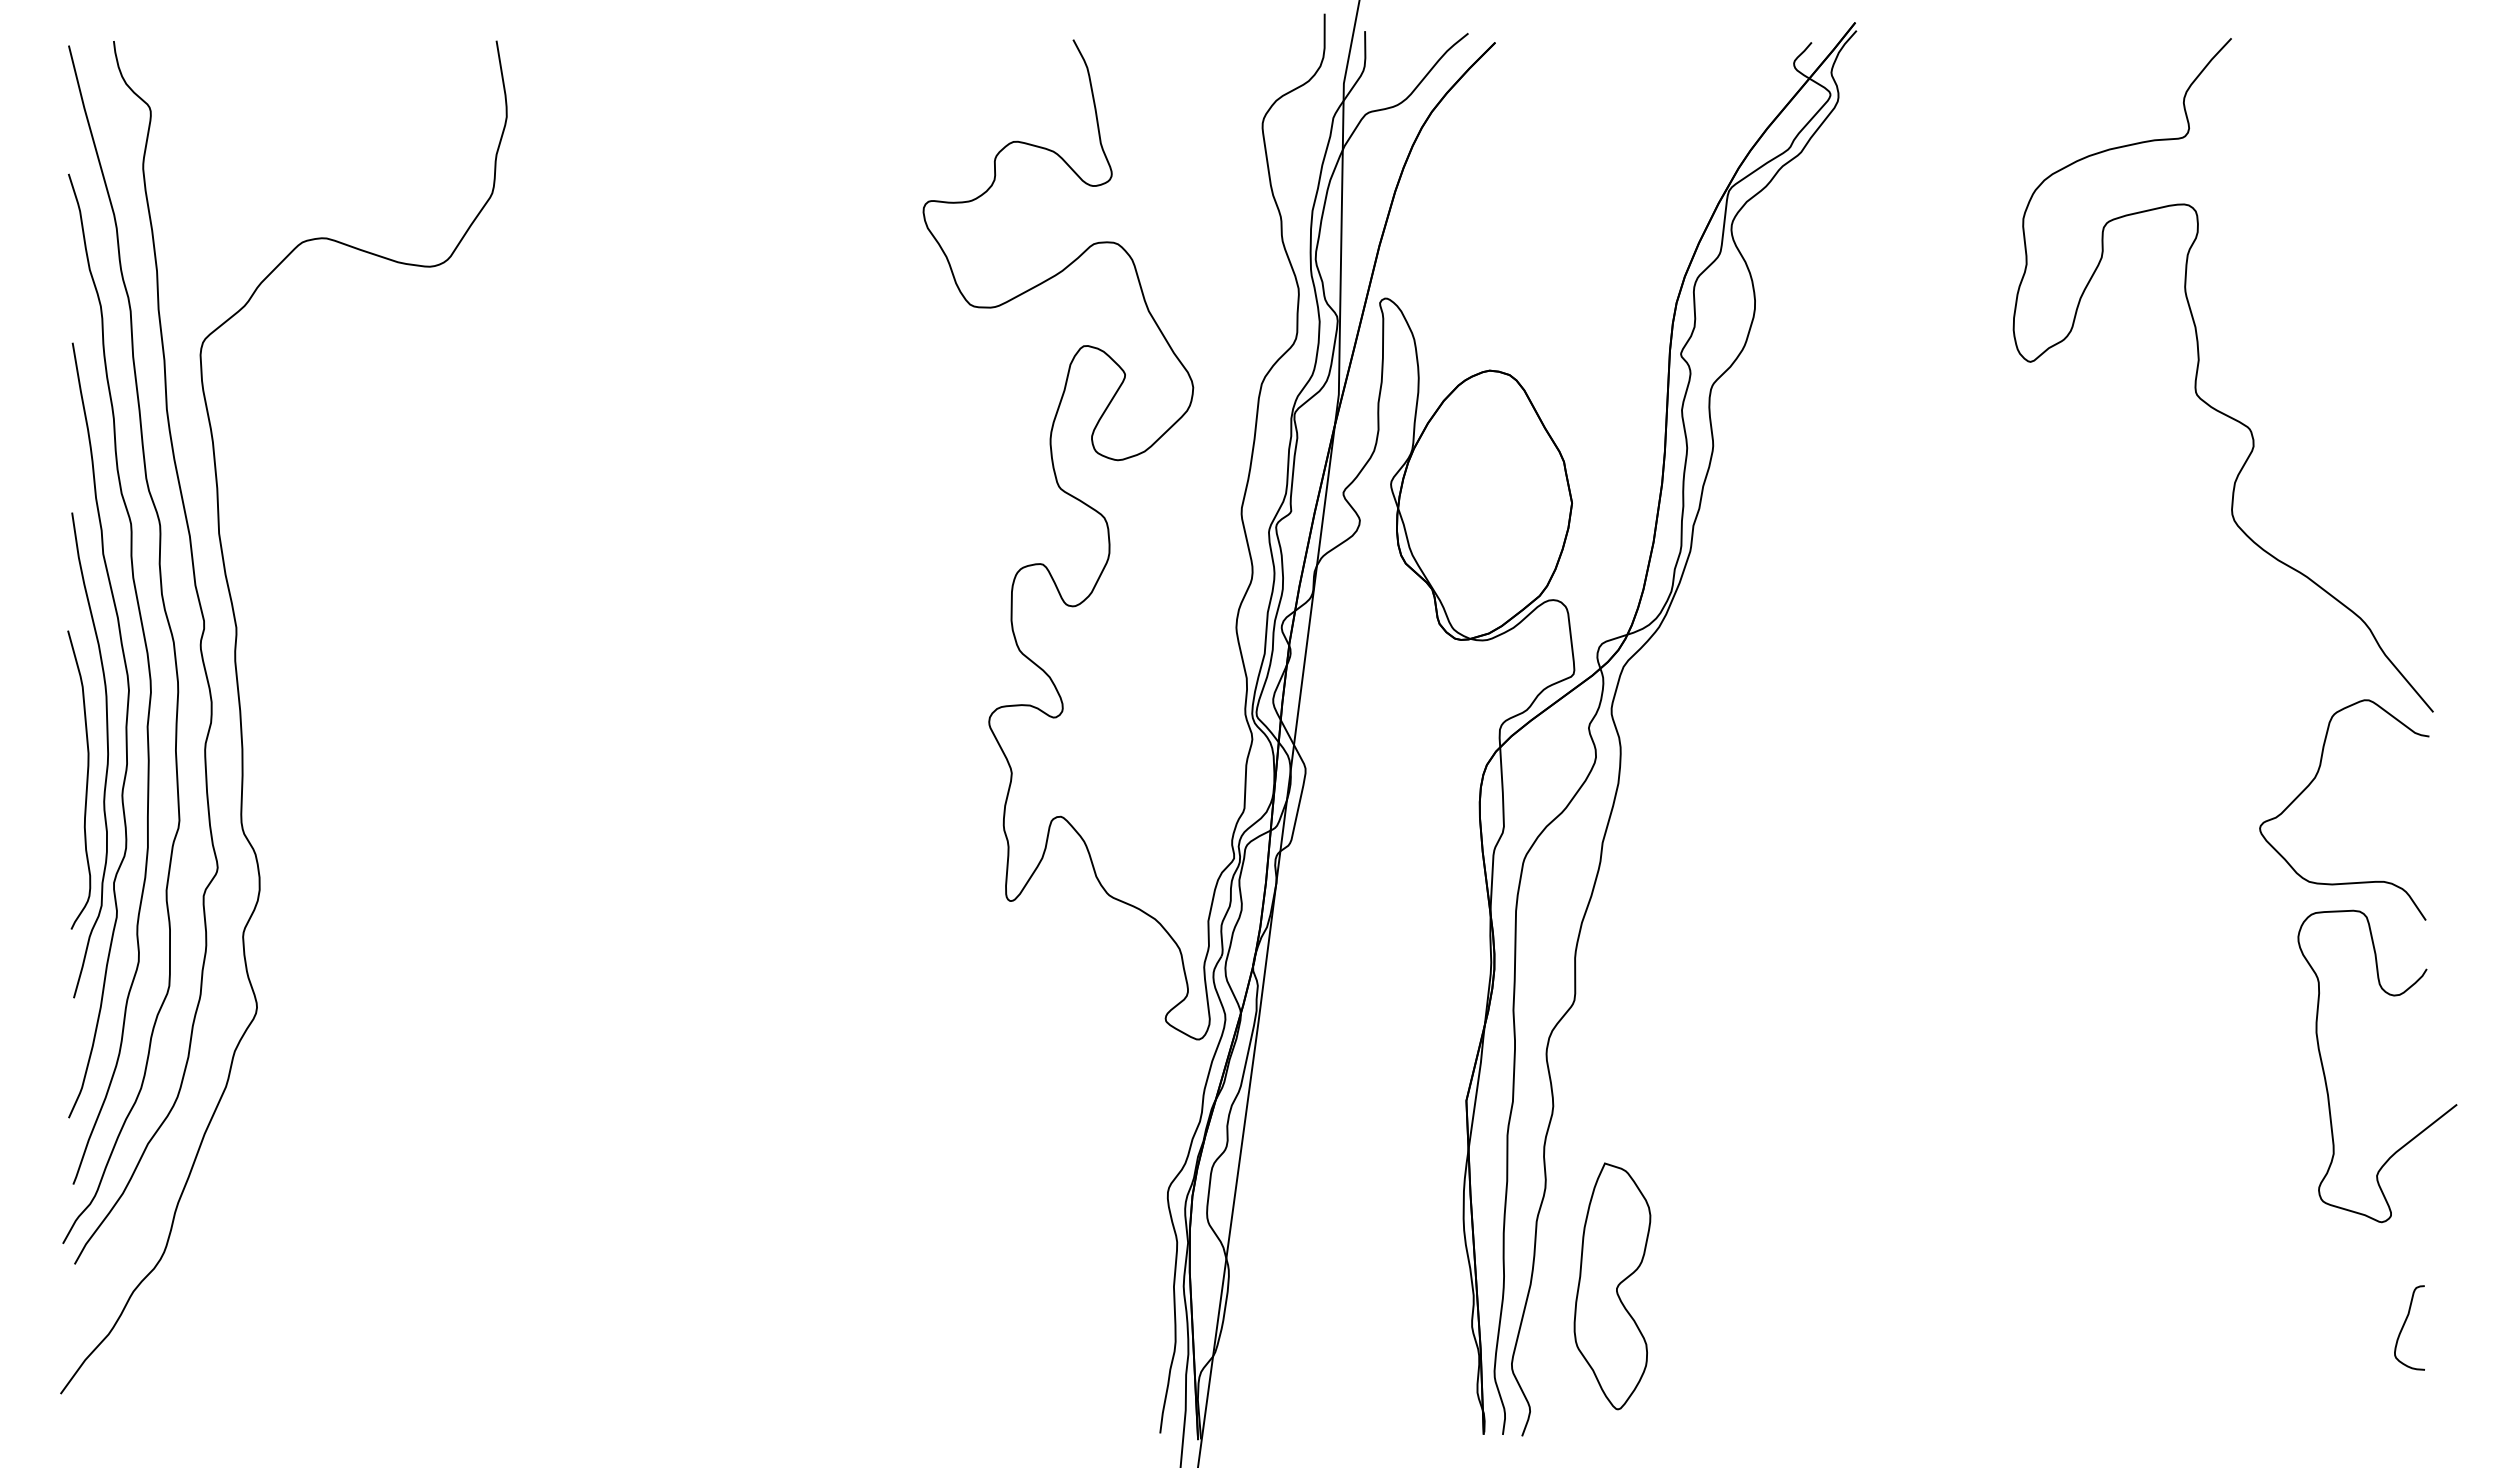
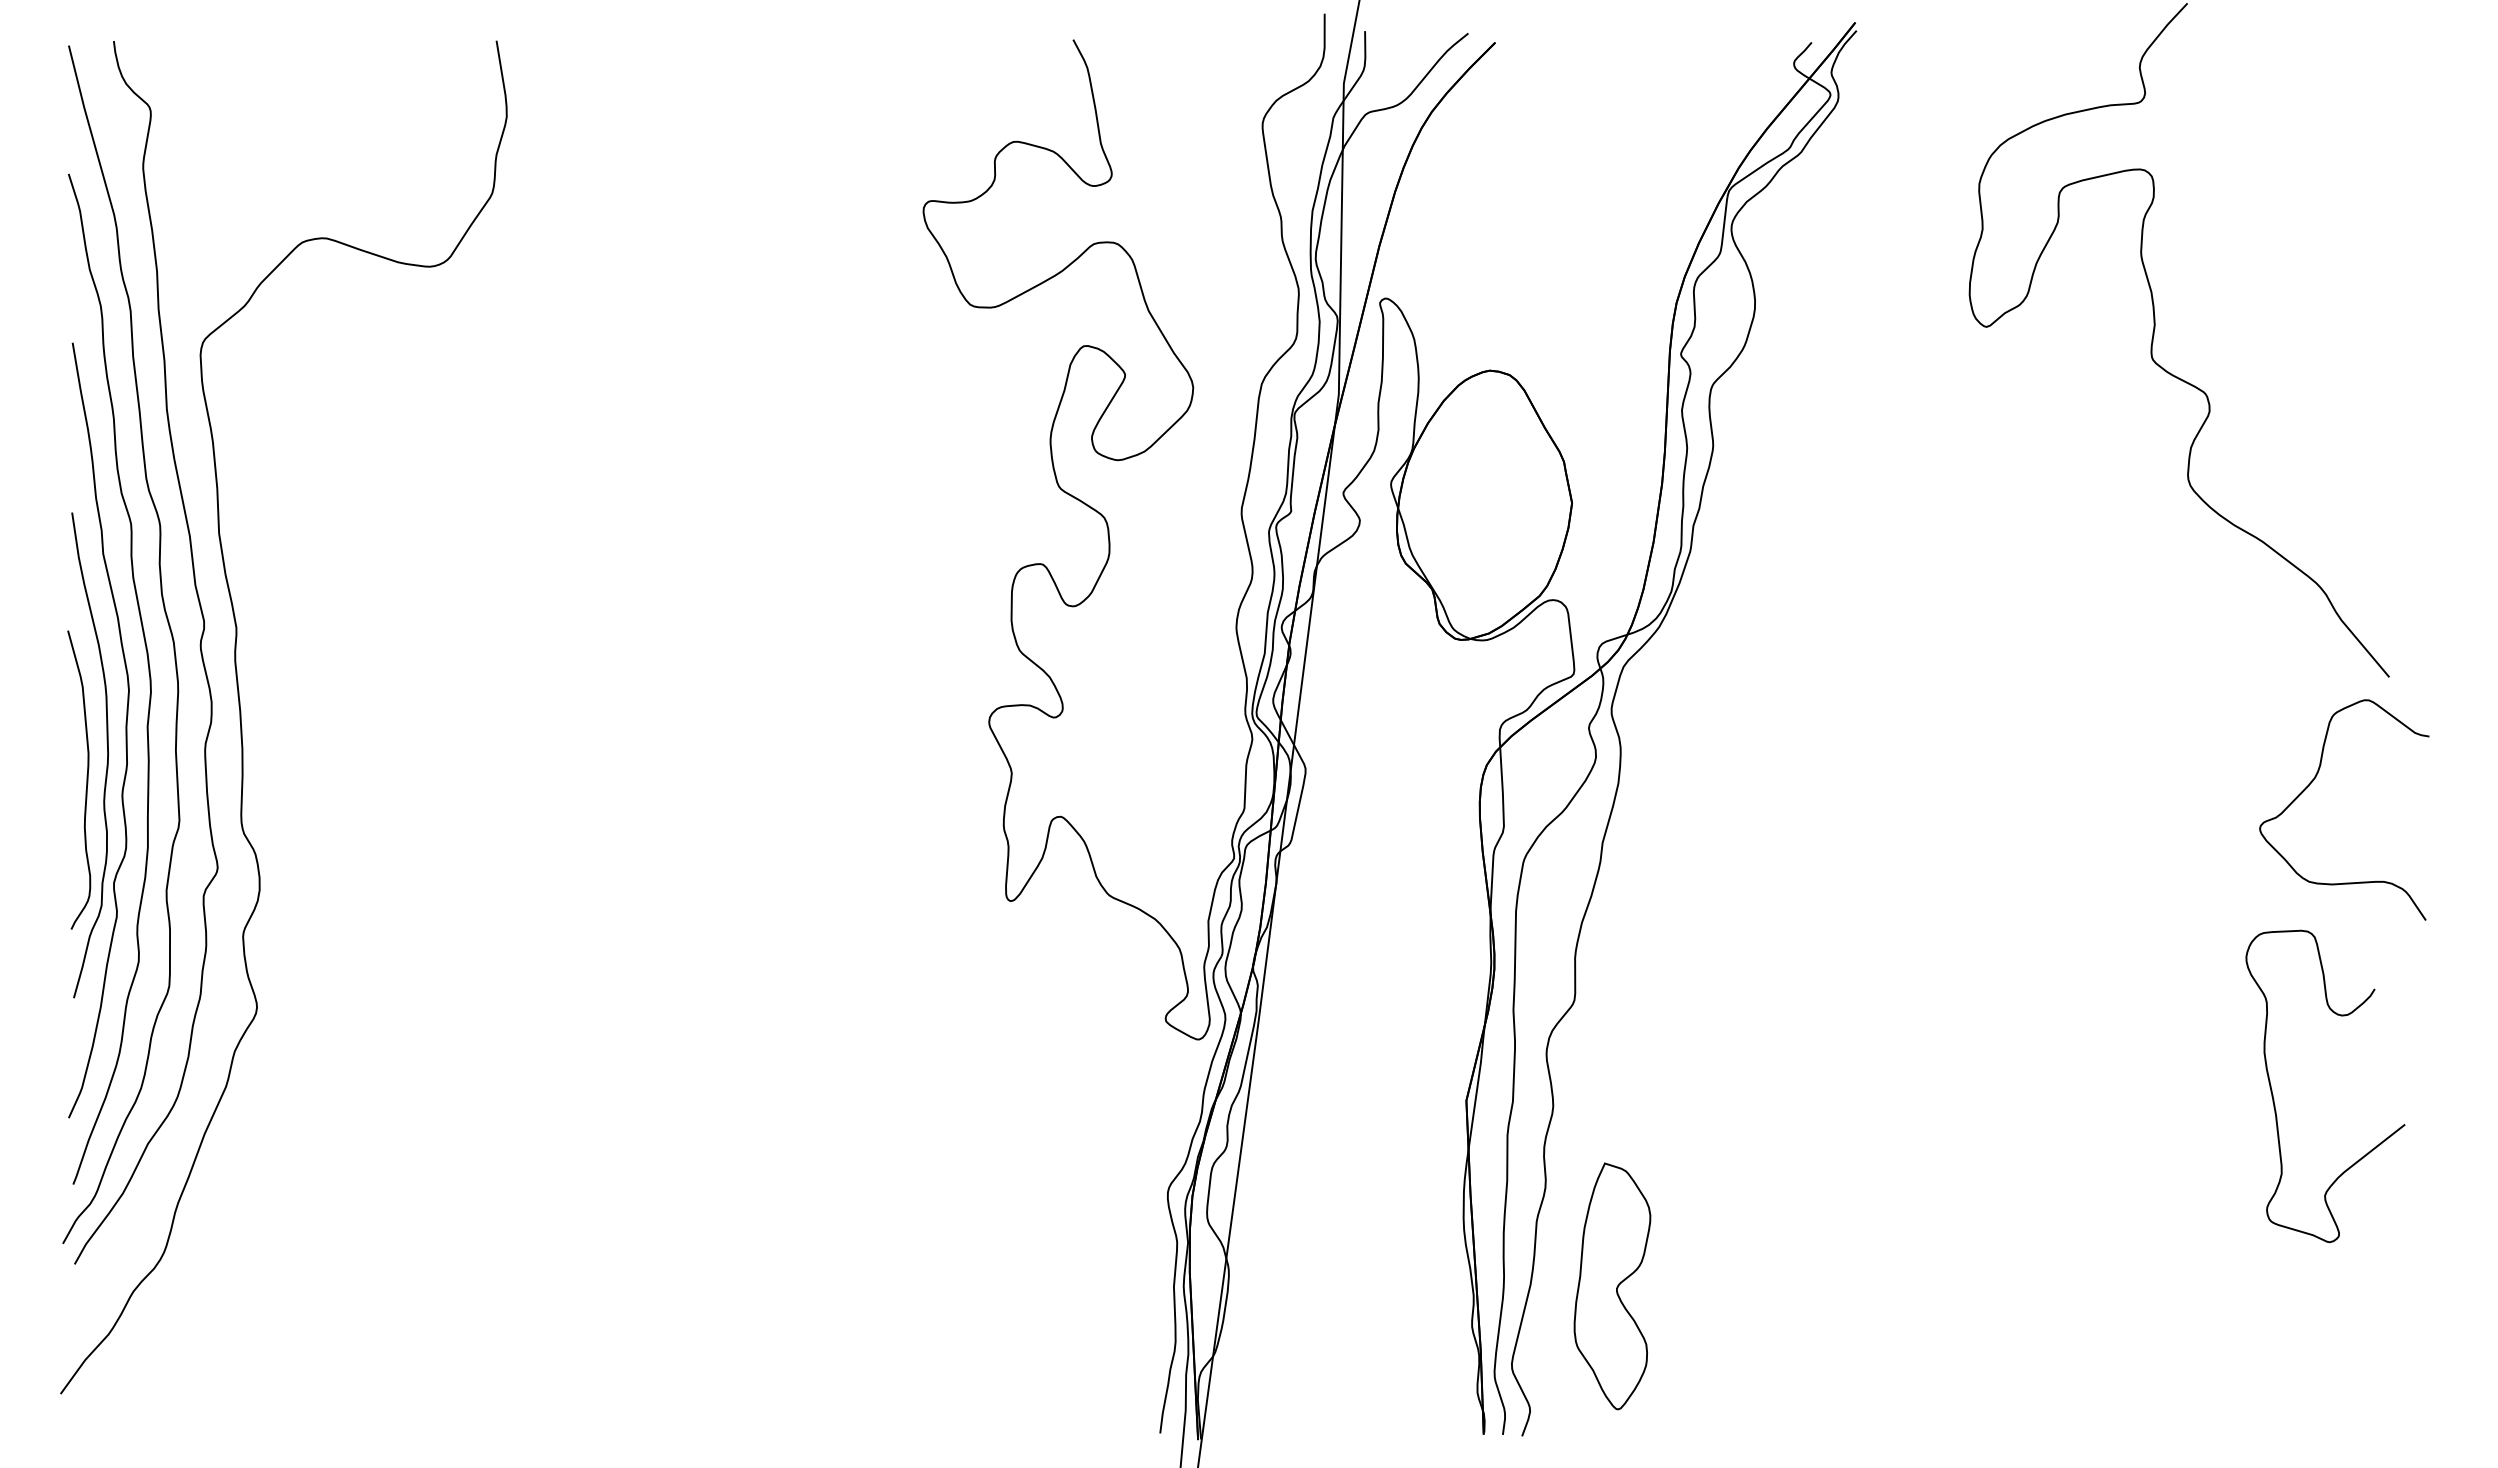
curve at (2198, 370) position: (2198, 370) -> (2154, 335)
curve at (2325, 1074) position: (2325, 1074) -> (2273, 1094)
curve at (2404, 1326): present -> none
